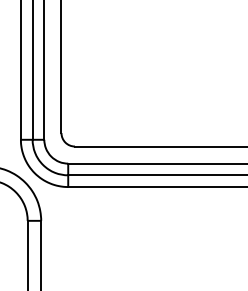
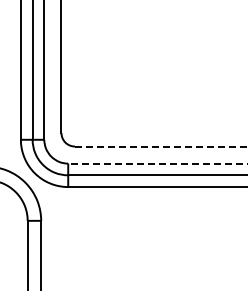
line at (160, 146): solid -> dashed
line at (158, 163): solid -> dashed
